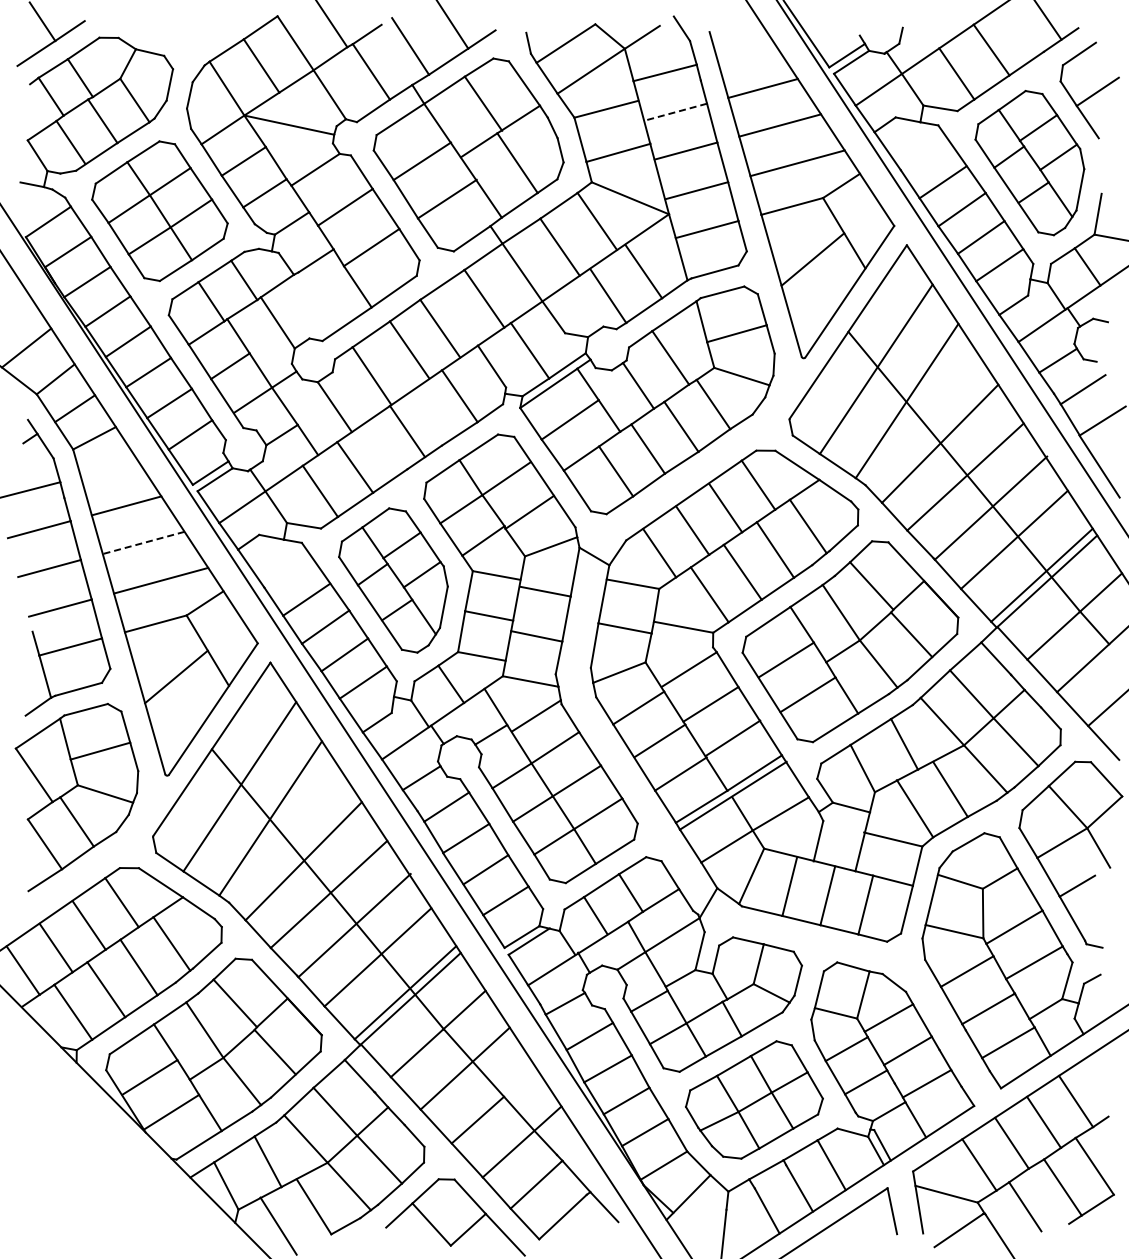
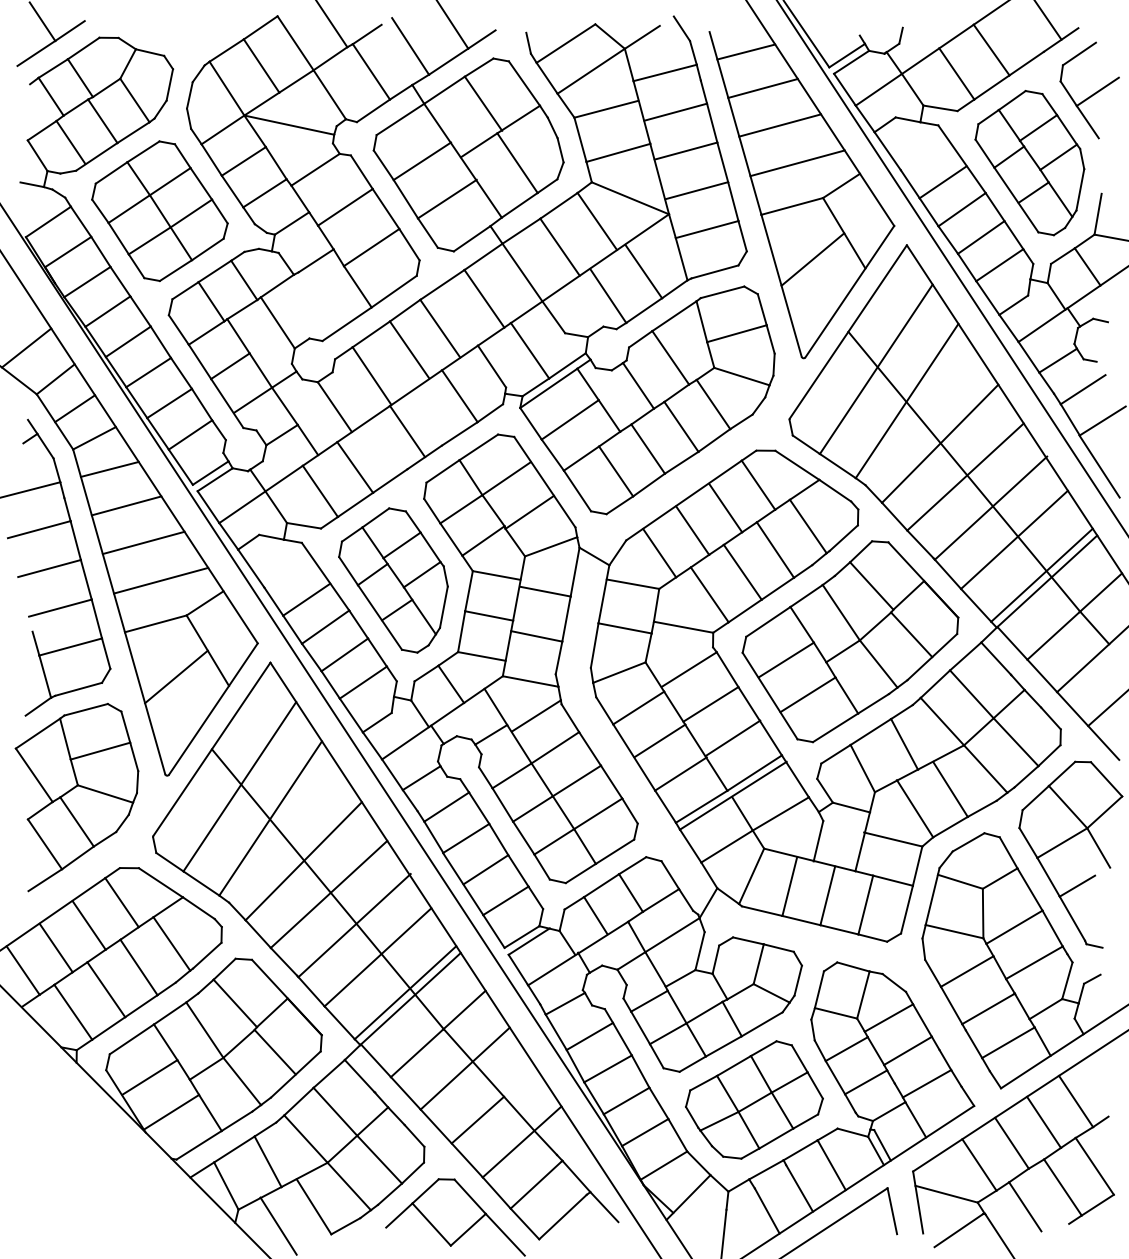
line at (746, 51): none -> present
line at (675, 112): dashed -> solid
line at (109, 468): none -> present
line at (143, 543): dashed -> solid
